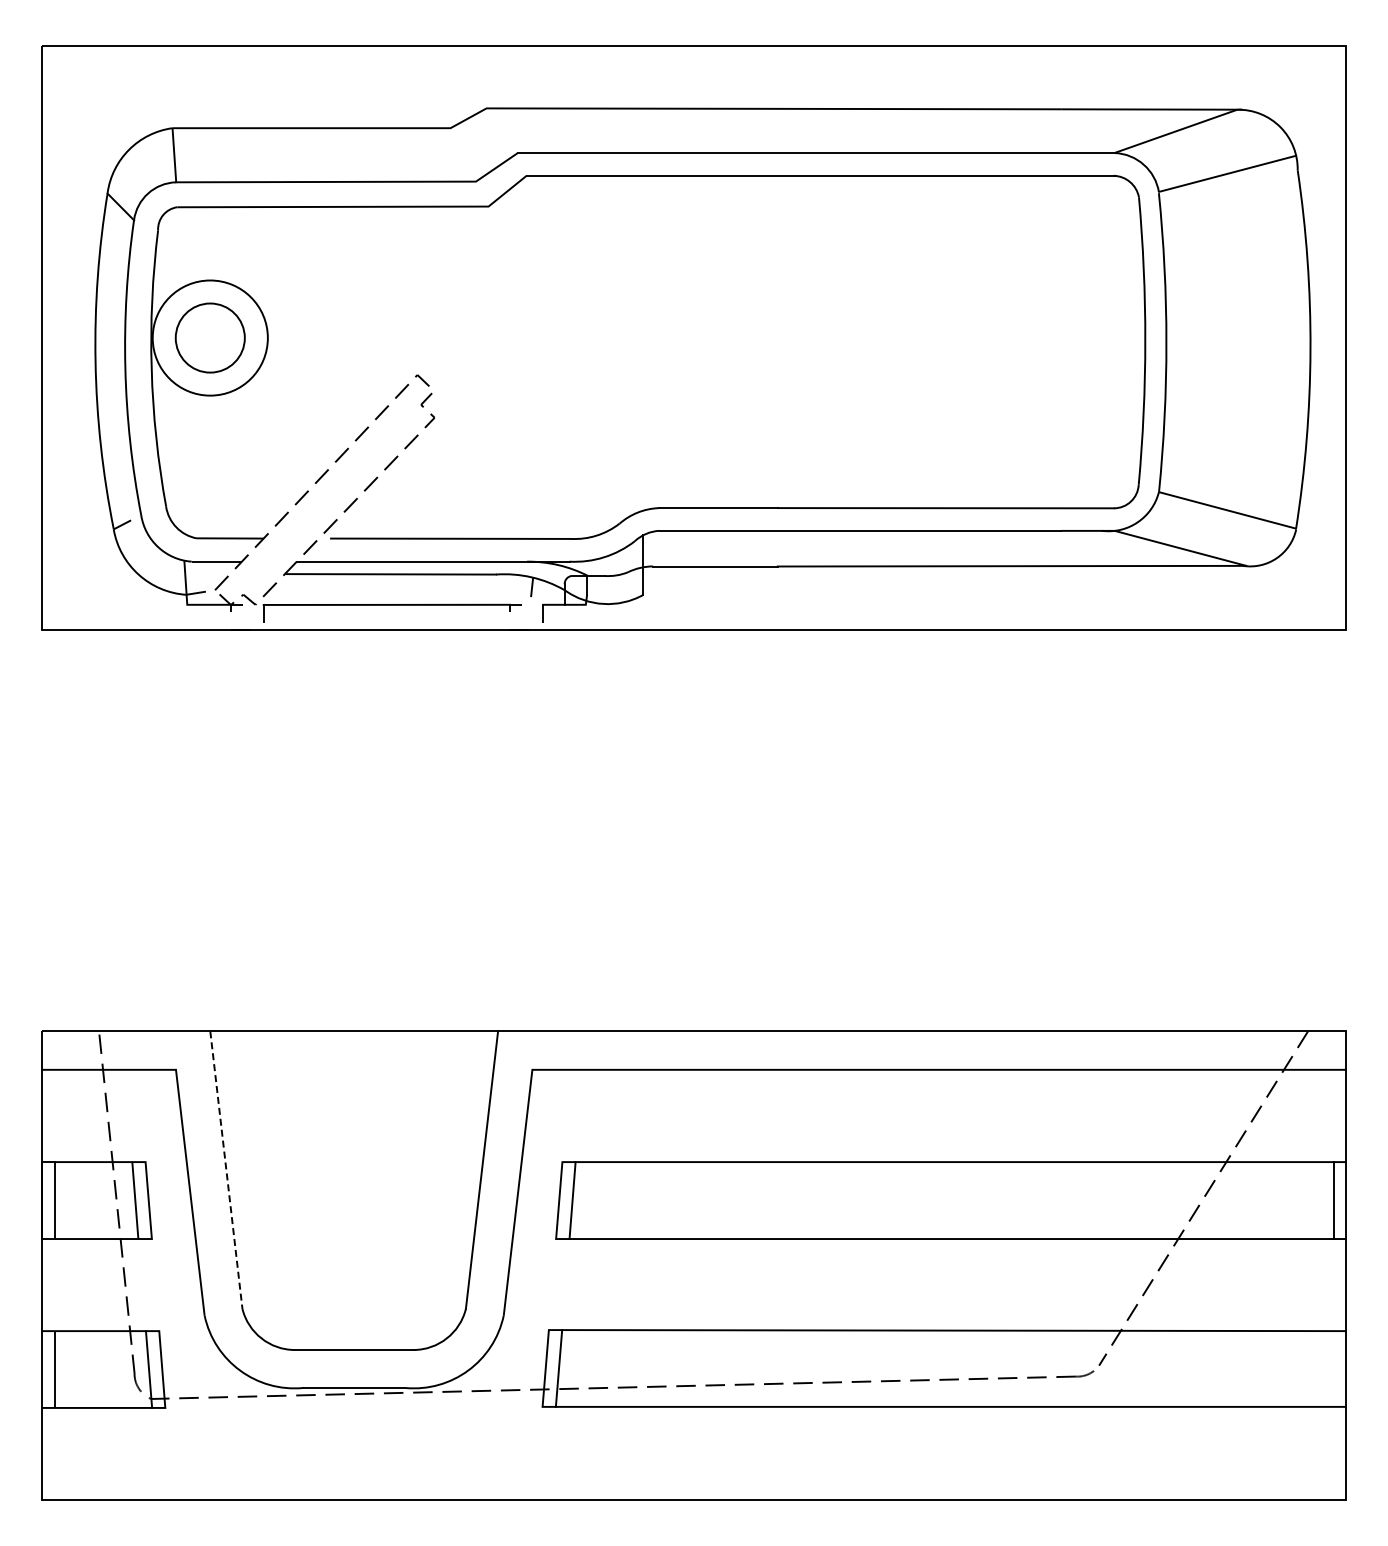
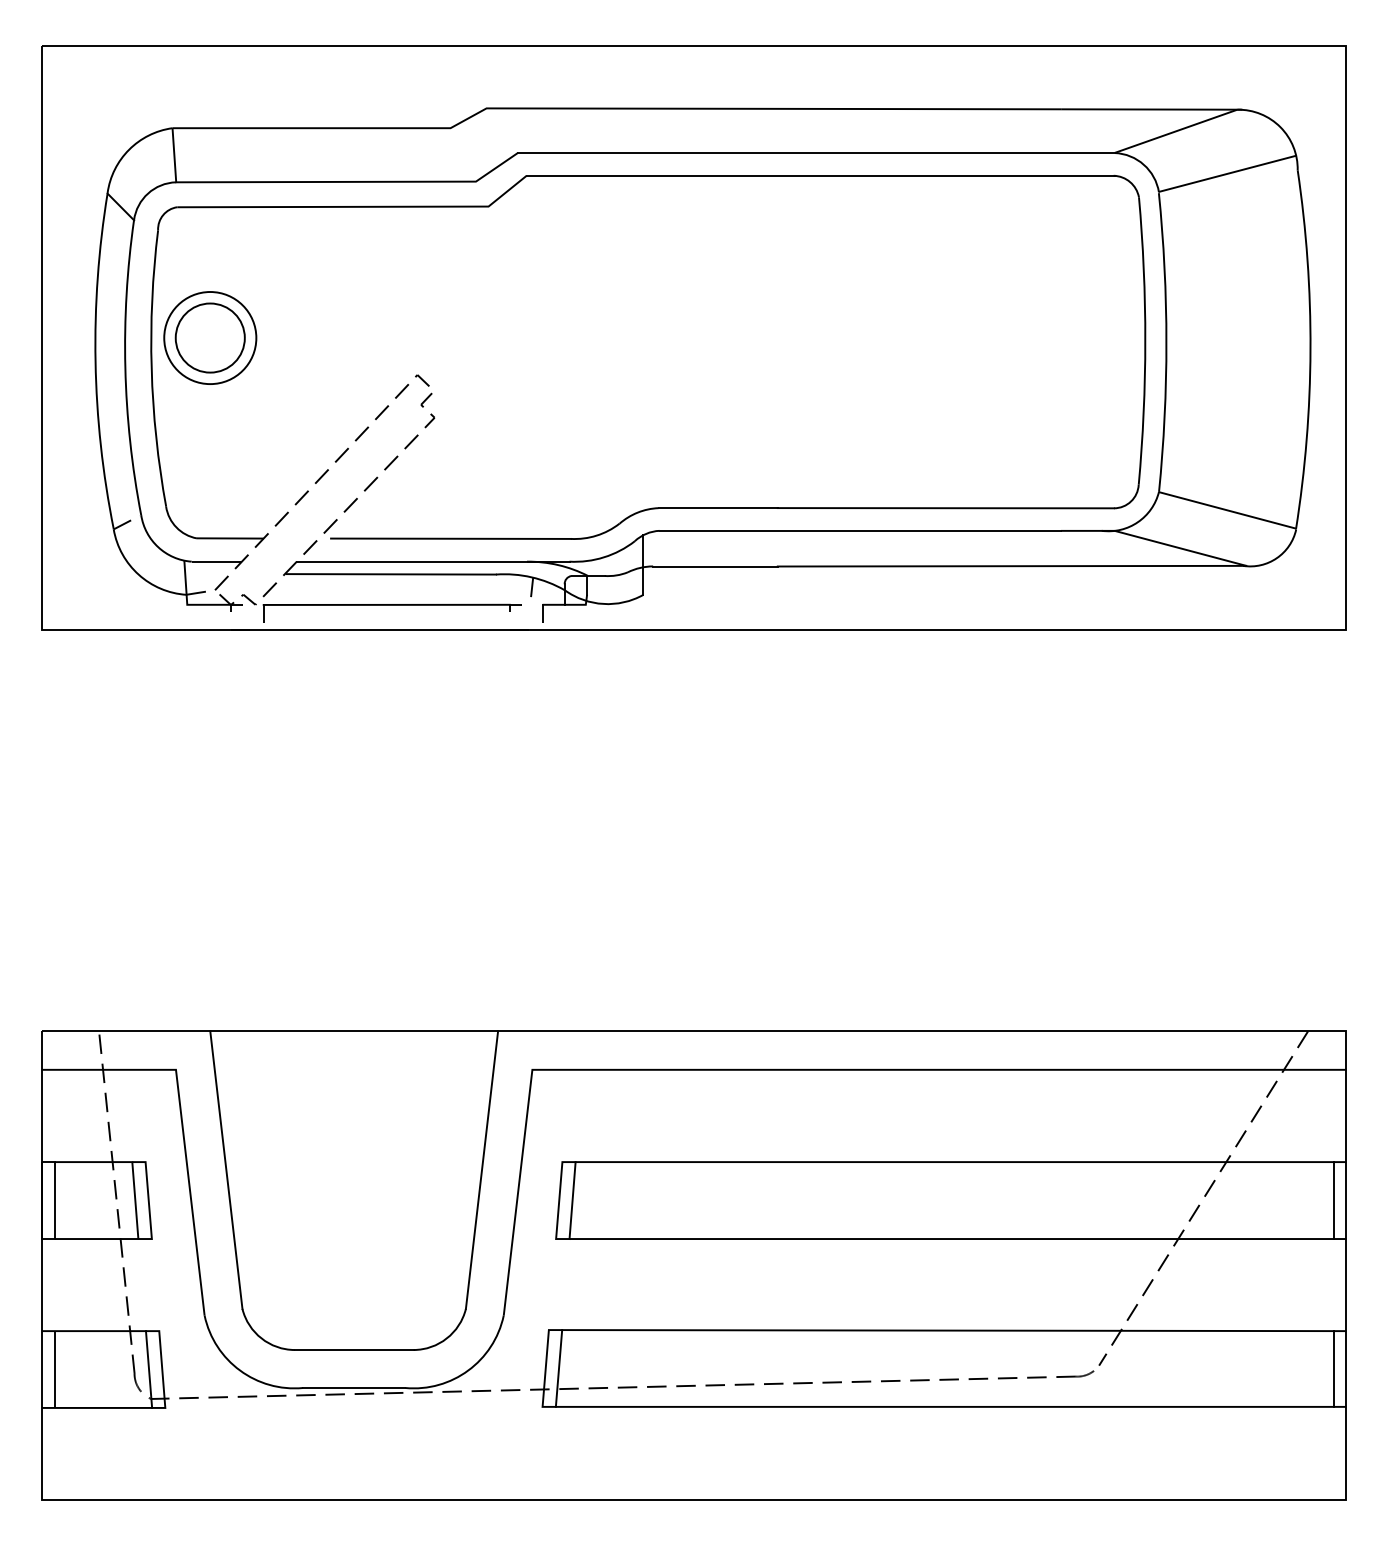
circle at (209, 337) diameter: 115 px -> 92 px
line at (226, 1170): dashed -> solid
line at (1334, 1368): none -> present
